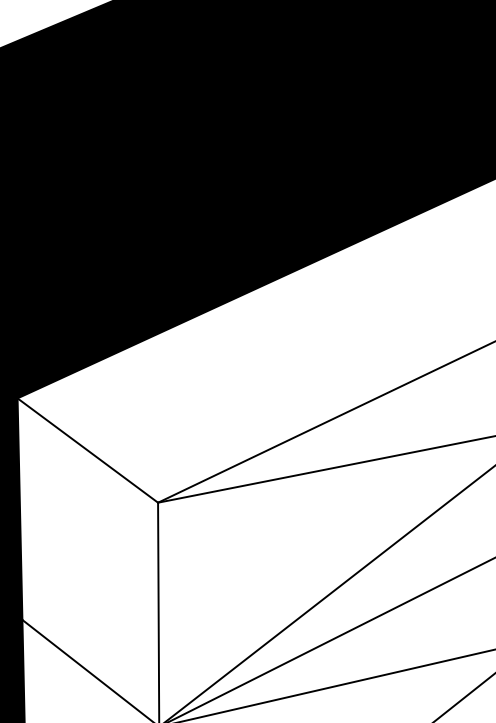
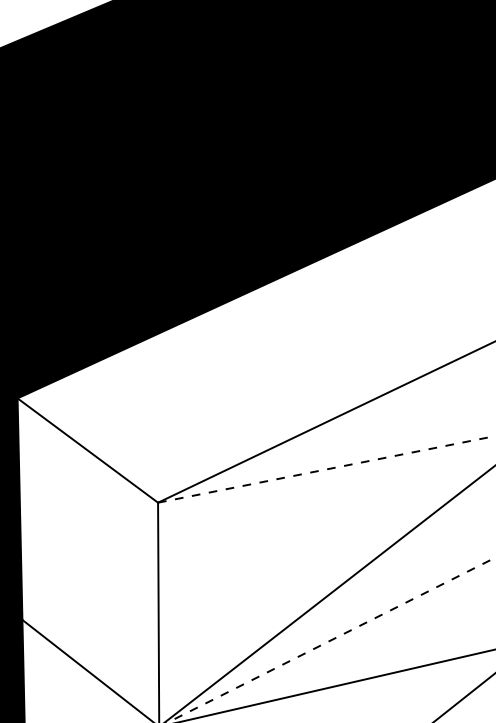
line at (326, 469): solid -> dashed
line at (331, 640): solid -> dashed
